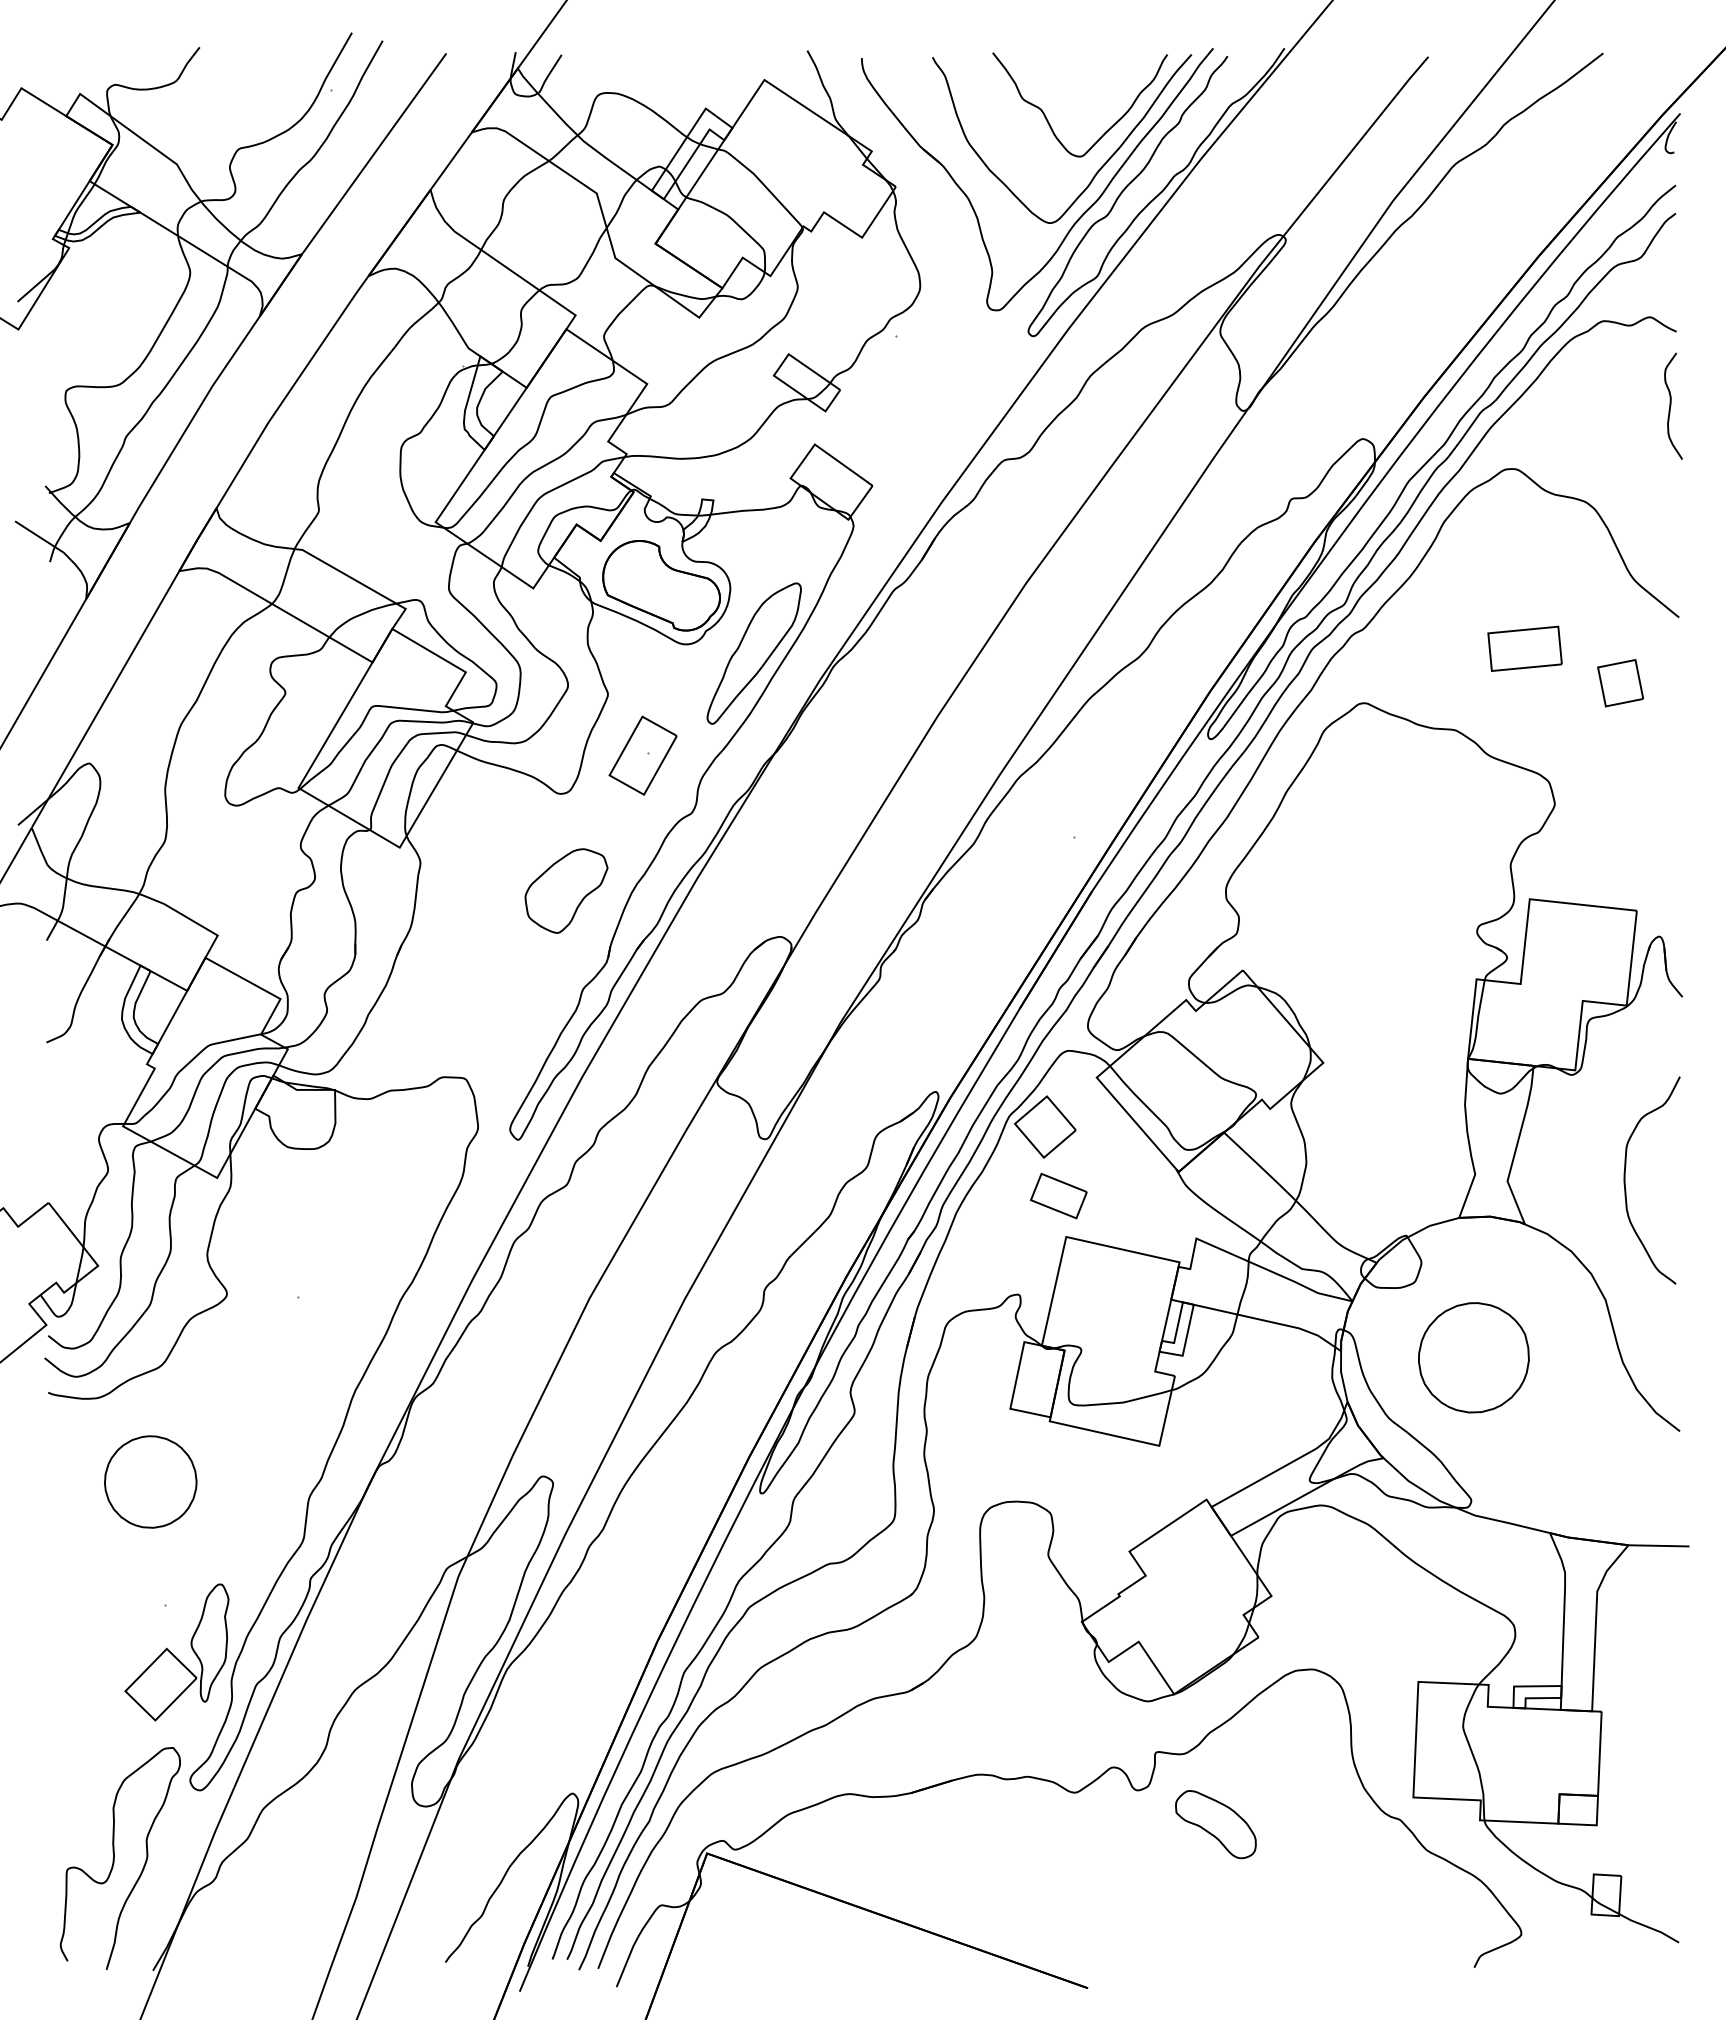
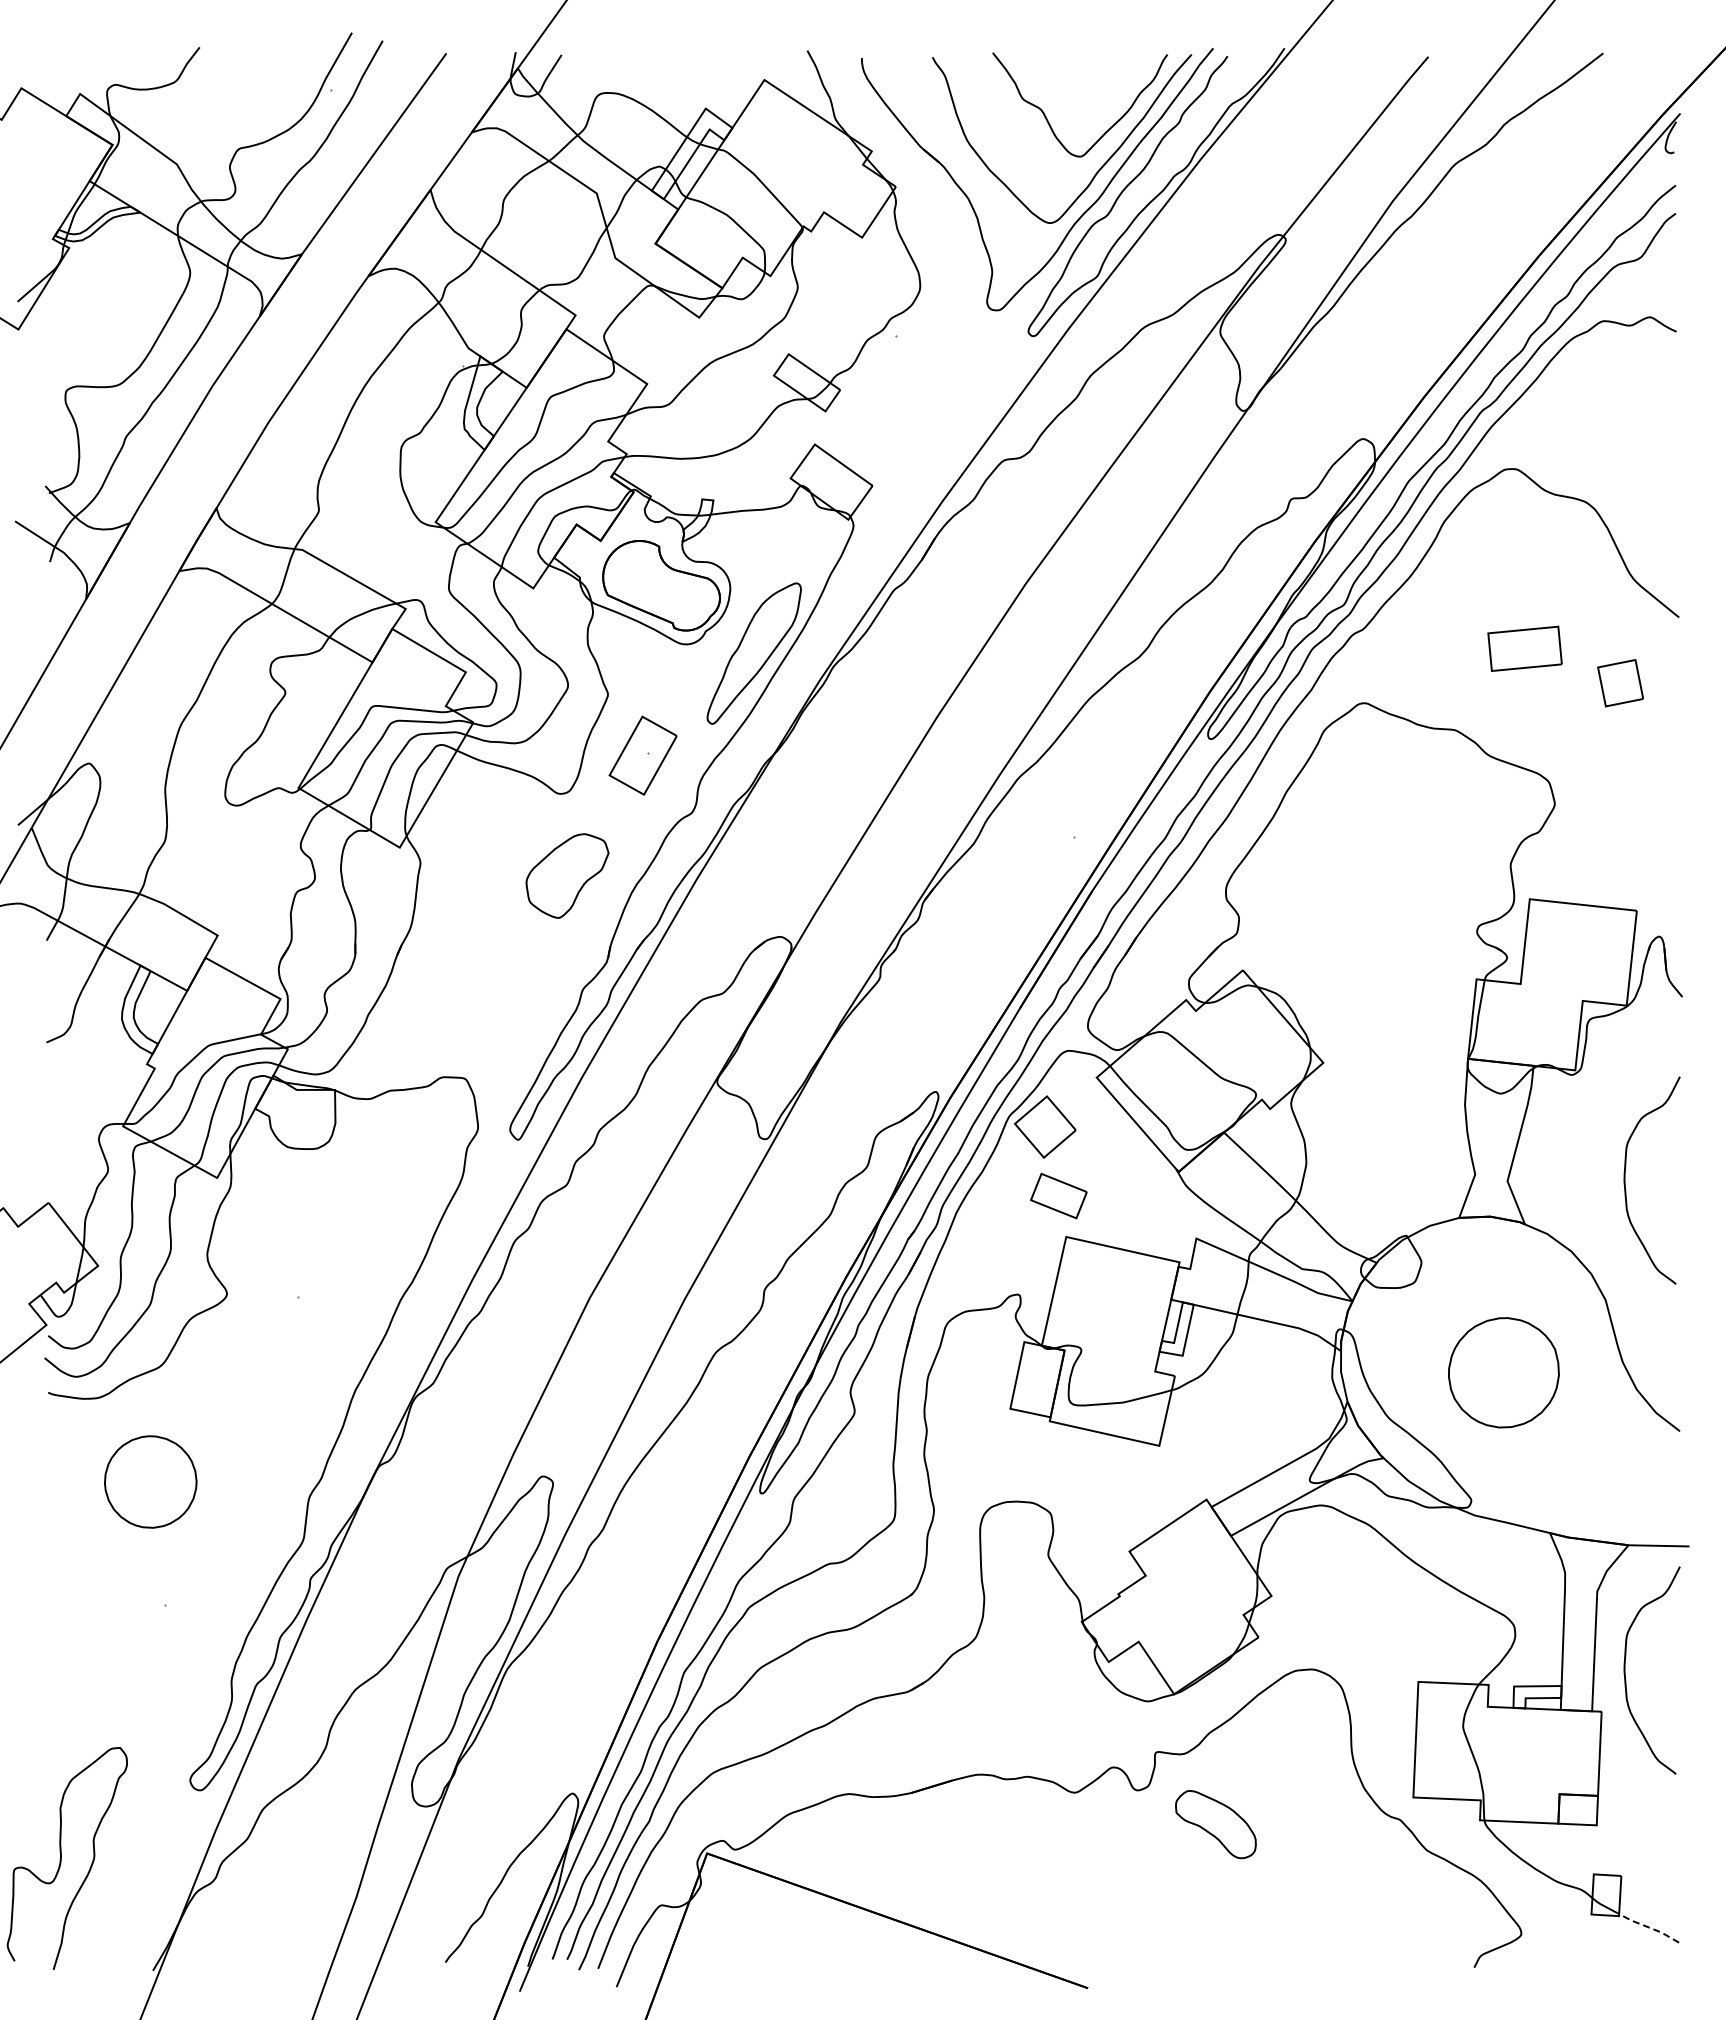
curve at (1671, 405): present -> none
part at (566, 890) position: (566, 890) -> (567, 875)
part at (1473, 1357) position: (1473, 1357) -> (1503, 1372)
part at (176, 1652): present -> none
curve at (1625, 1670): none -> present
curve at (114, 1858) position: (114, 1858) -> (61, 1858)
line at (1649, 1927): solid -> dashed
